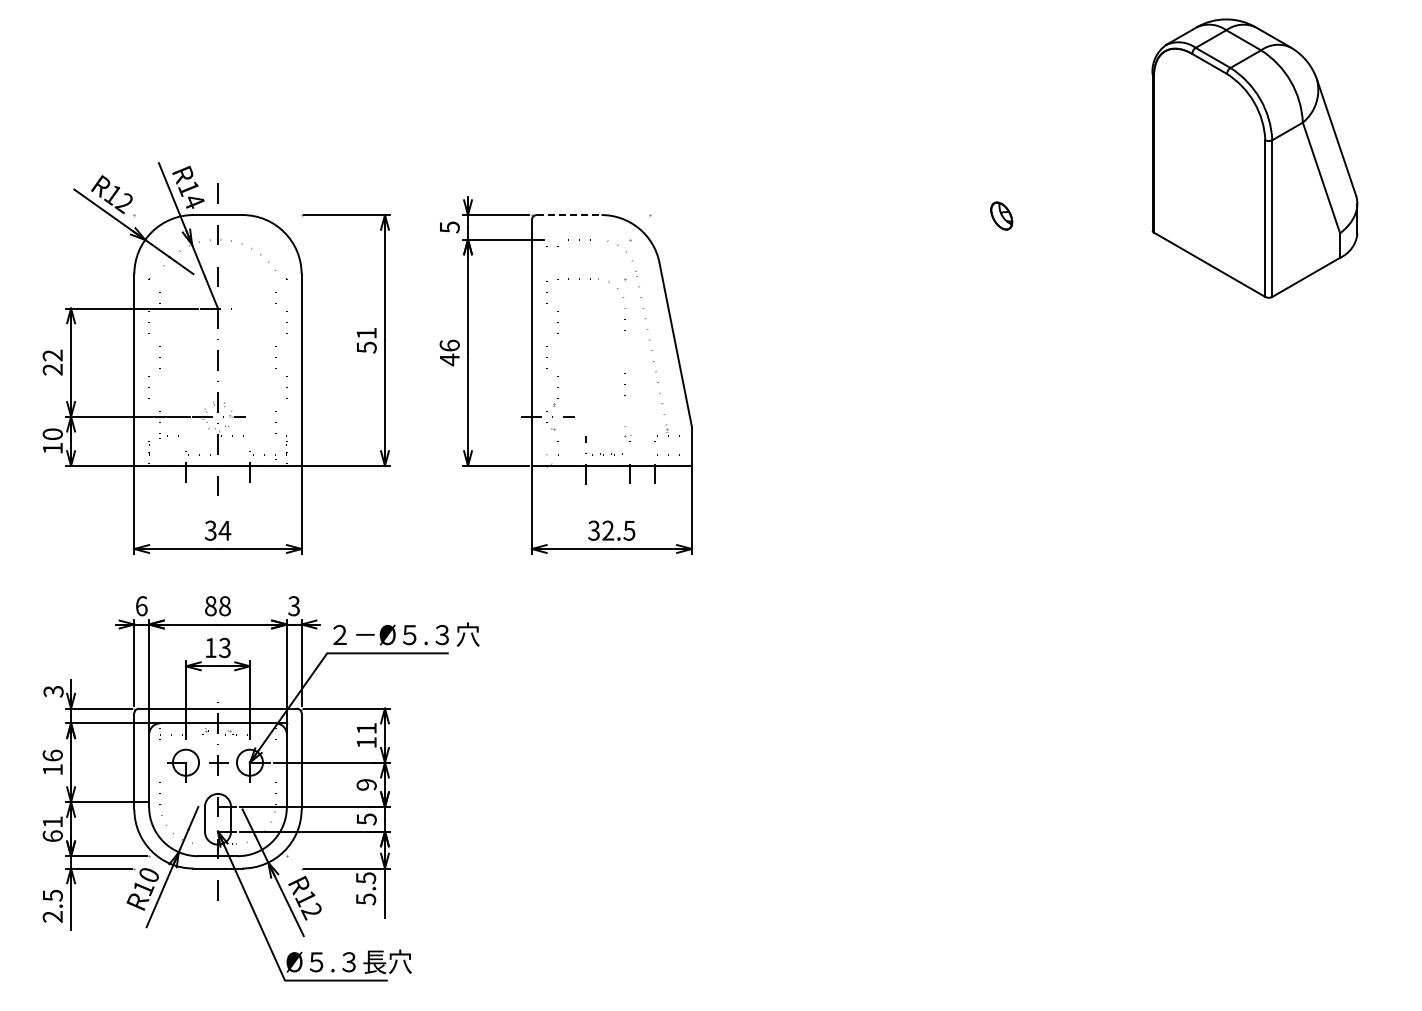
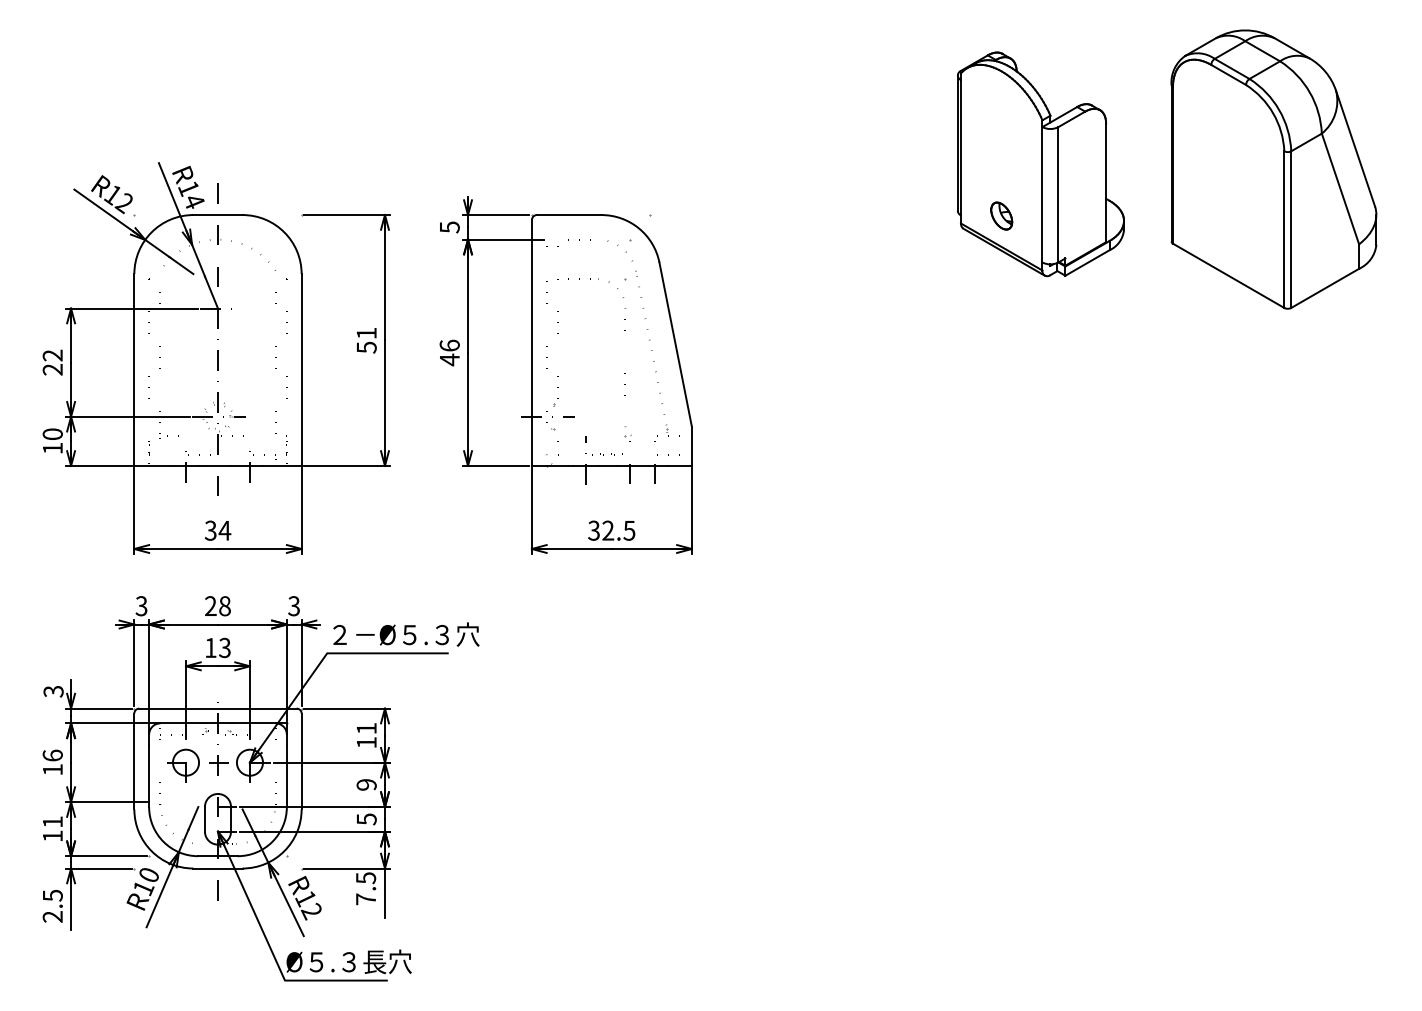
part at (1254, 158) position: (1254, 158) -> (1273, 169)
part at (1040, 164): none -> present
line at (569, 215): dashed -> solid
text at (141, 606): 6 -> 3
text at (210, 606): 88 -> 28
text at (52, 835): 61 -> 11
text at (366, 899): 5.5 -> 7.5
